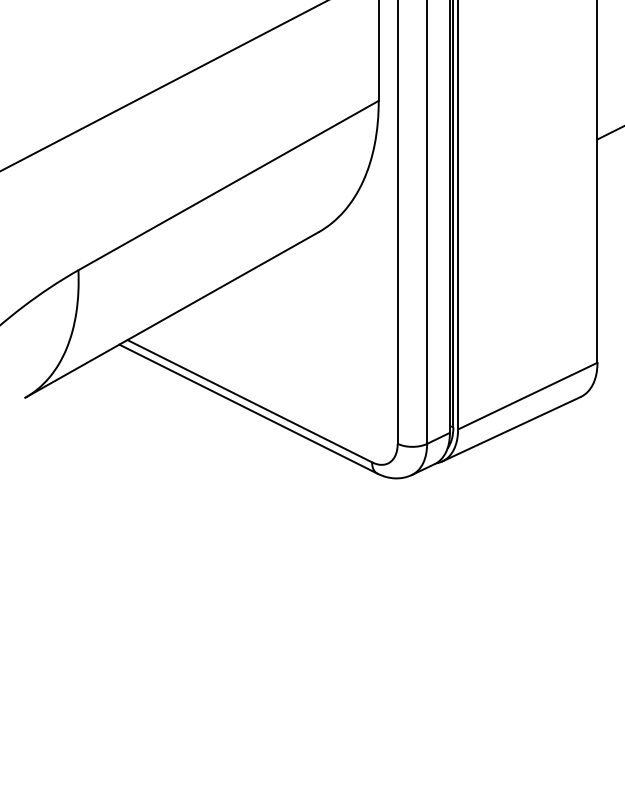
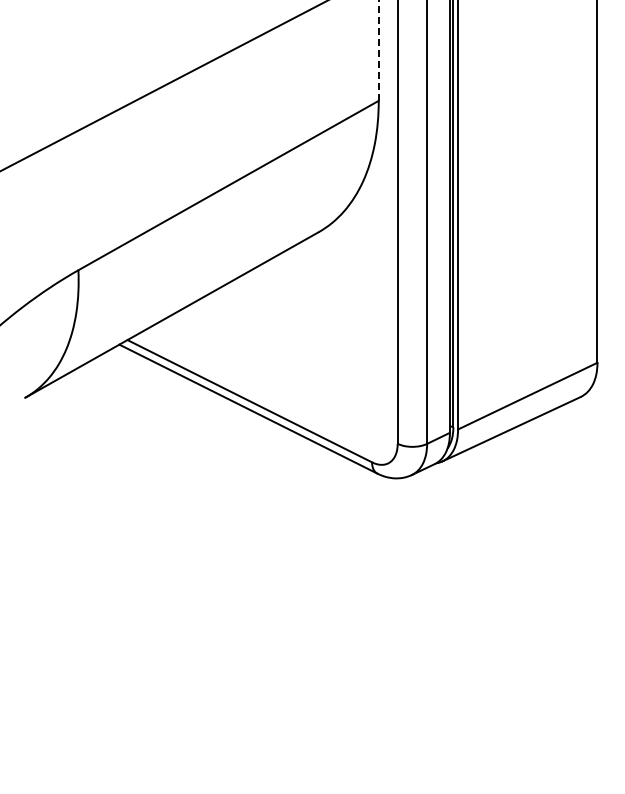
line at (378, 50): solid -> dashed
line at (609, 133): present -> none
